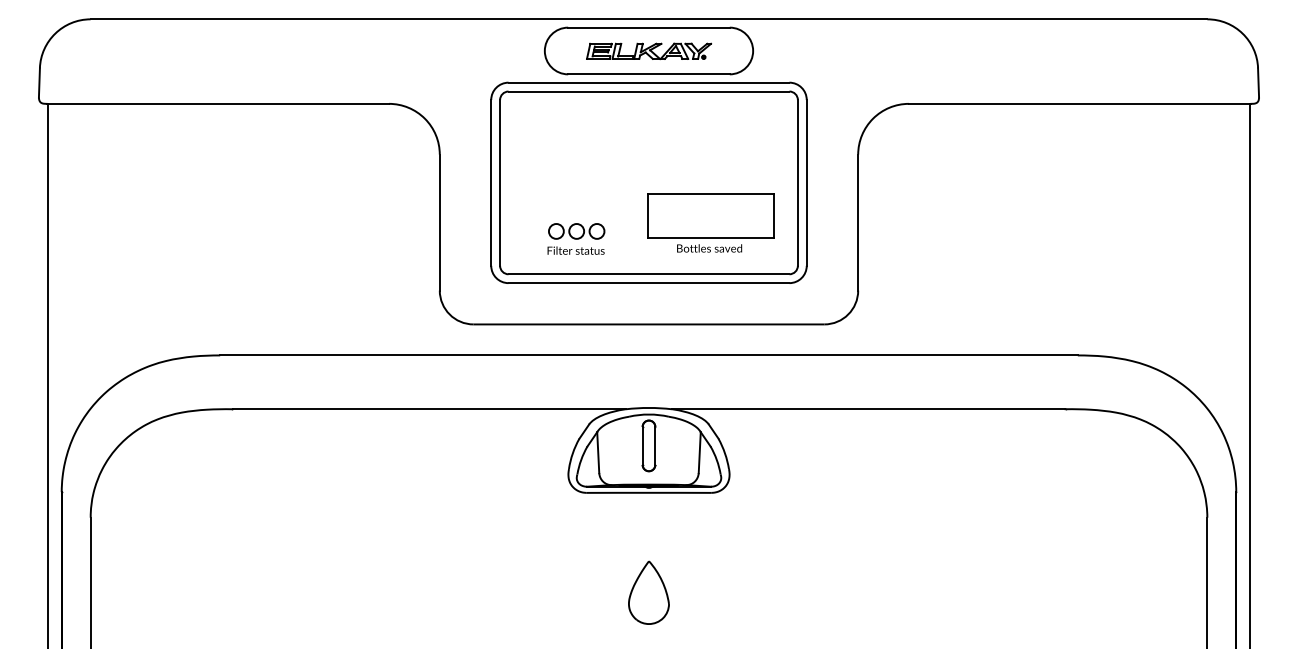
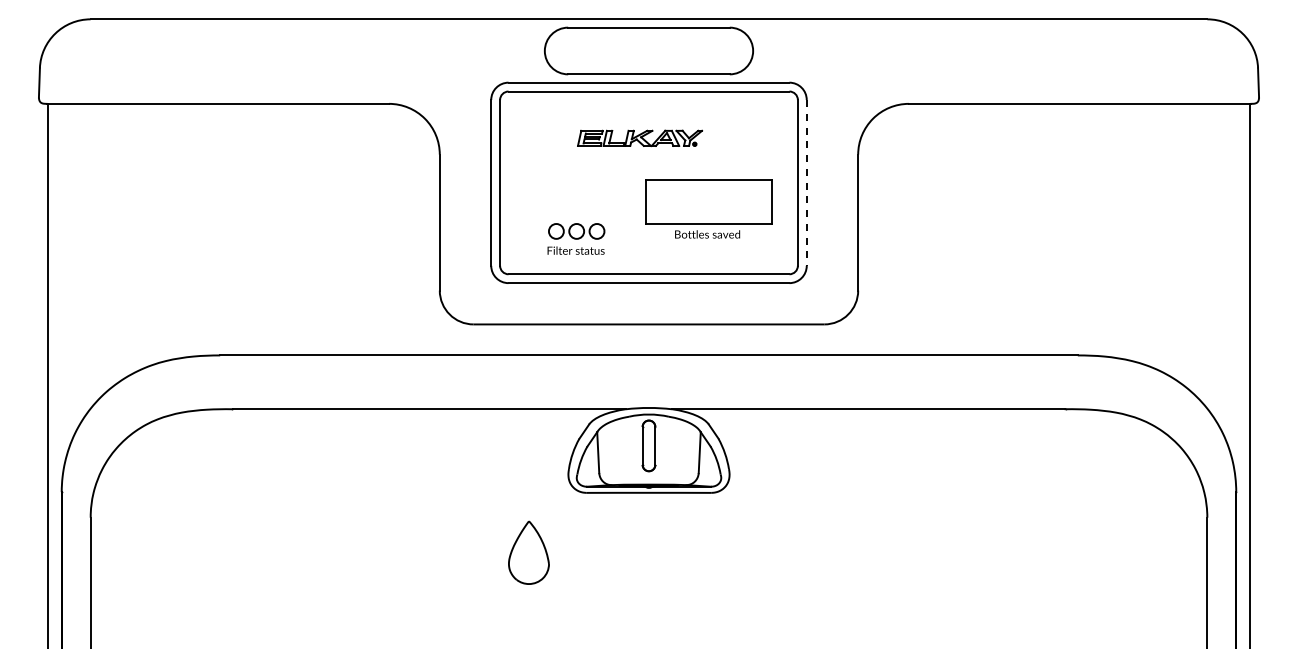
part at (649, 51) position: (649, 51) -> (640, 138)
line at (806, 182): solid -> dashed
part at (710, 222) position: (710, 222) -> (708, 208)
part at (648, 592) position: (648, 592) -> (528, 552)
